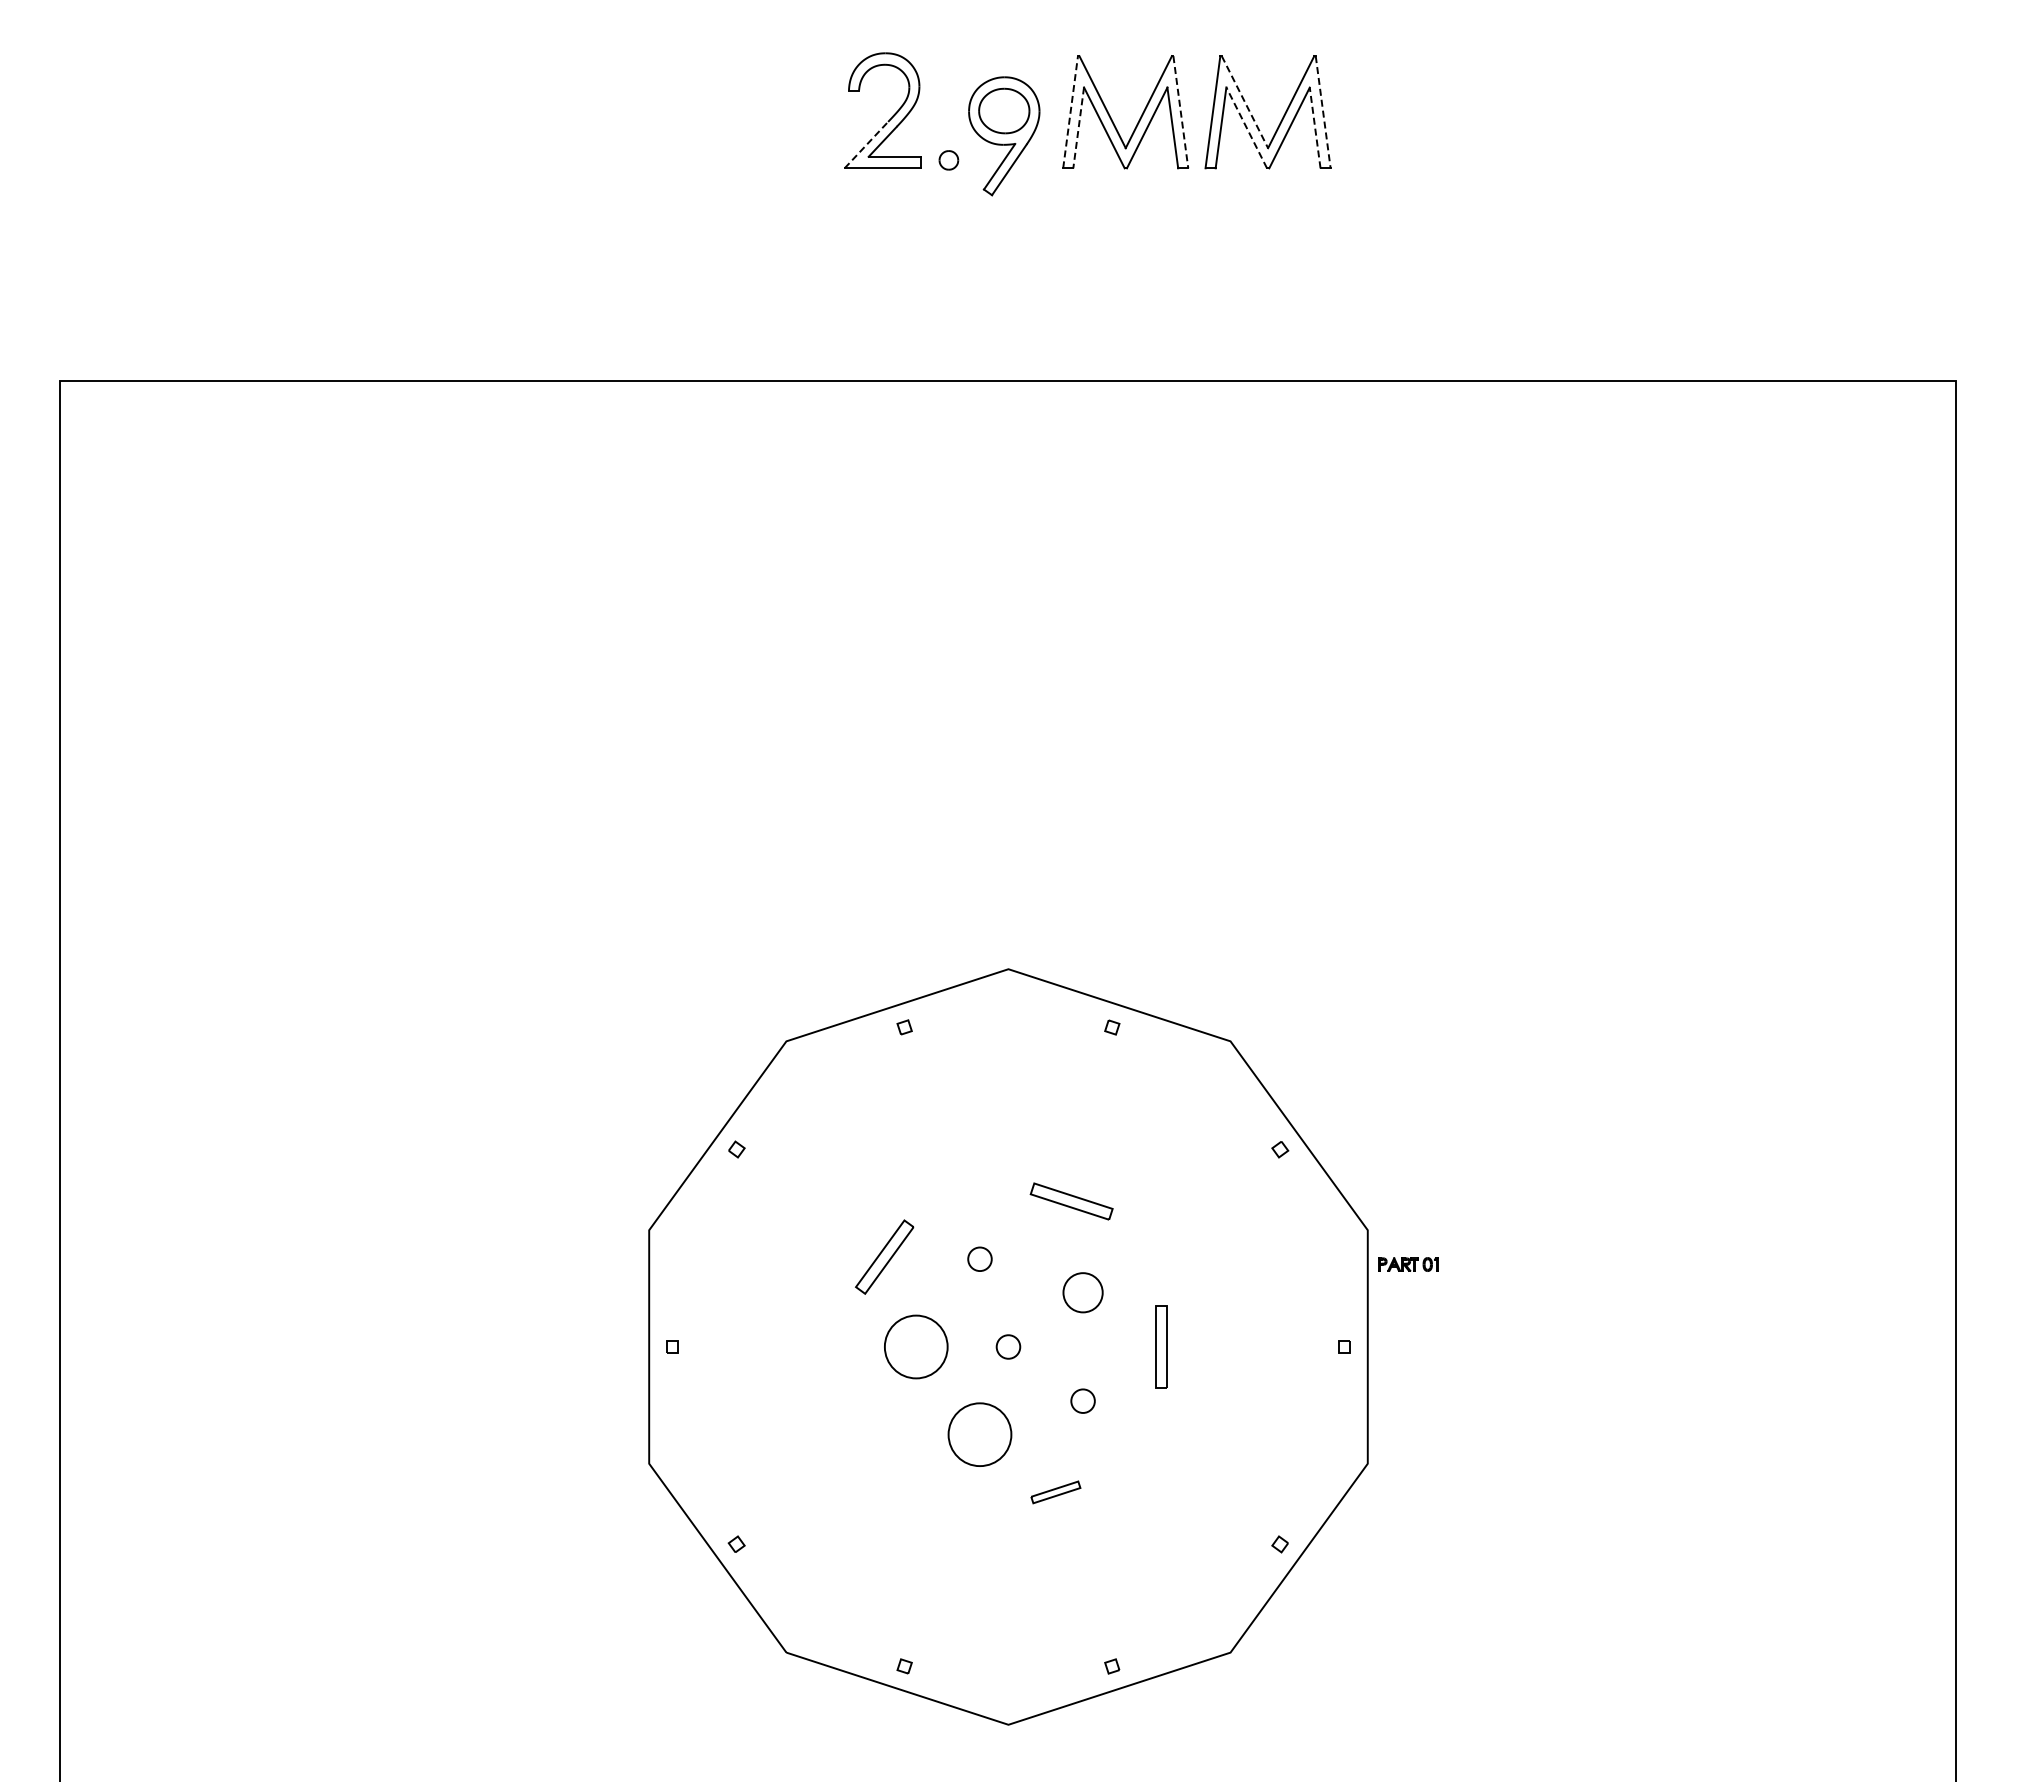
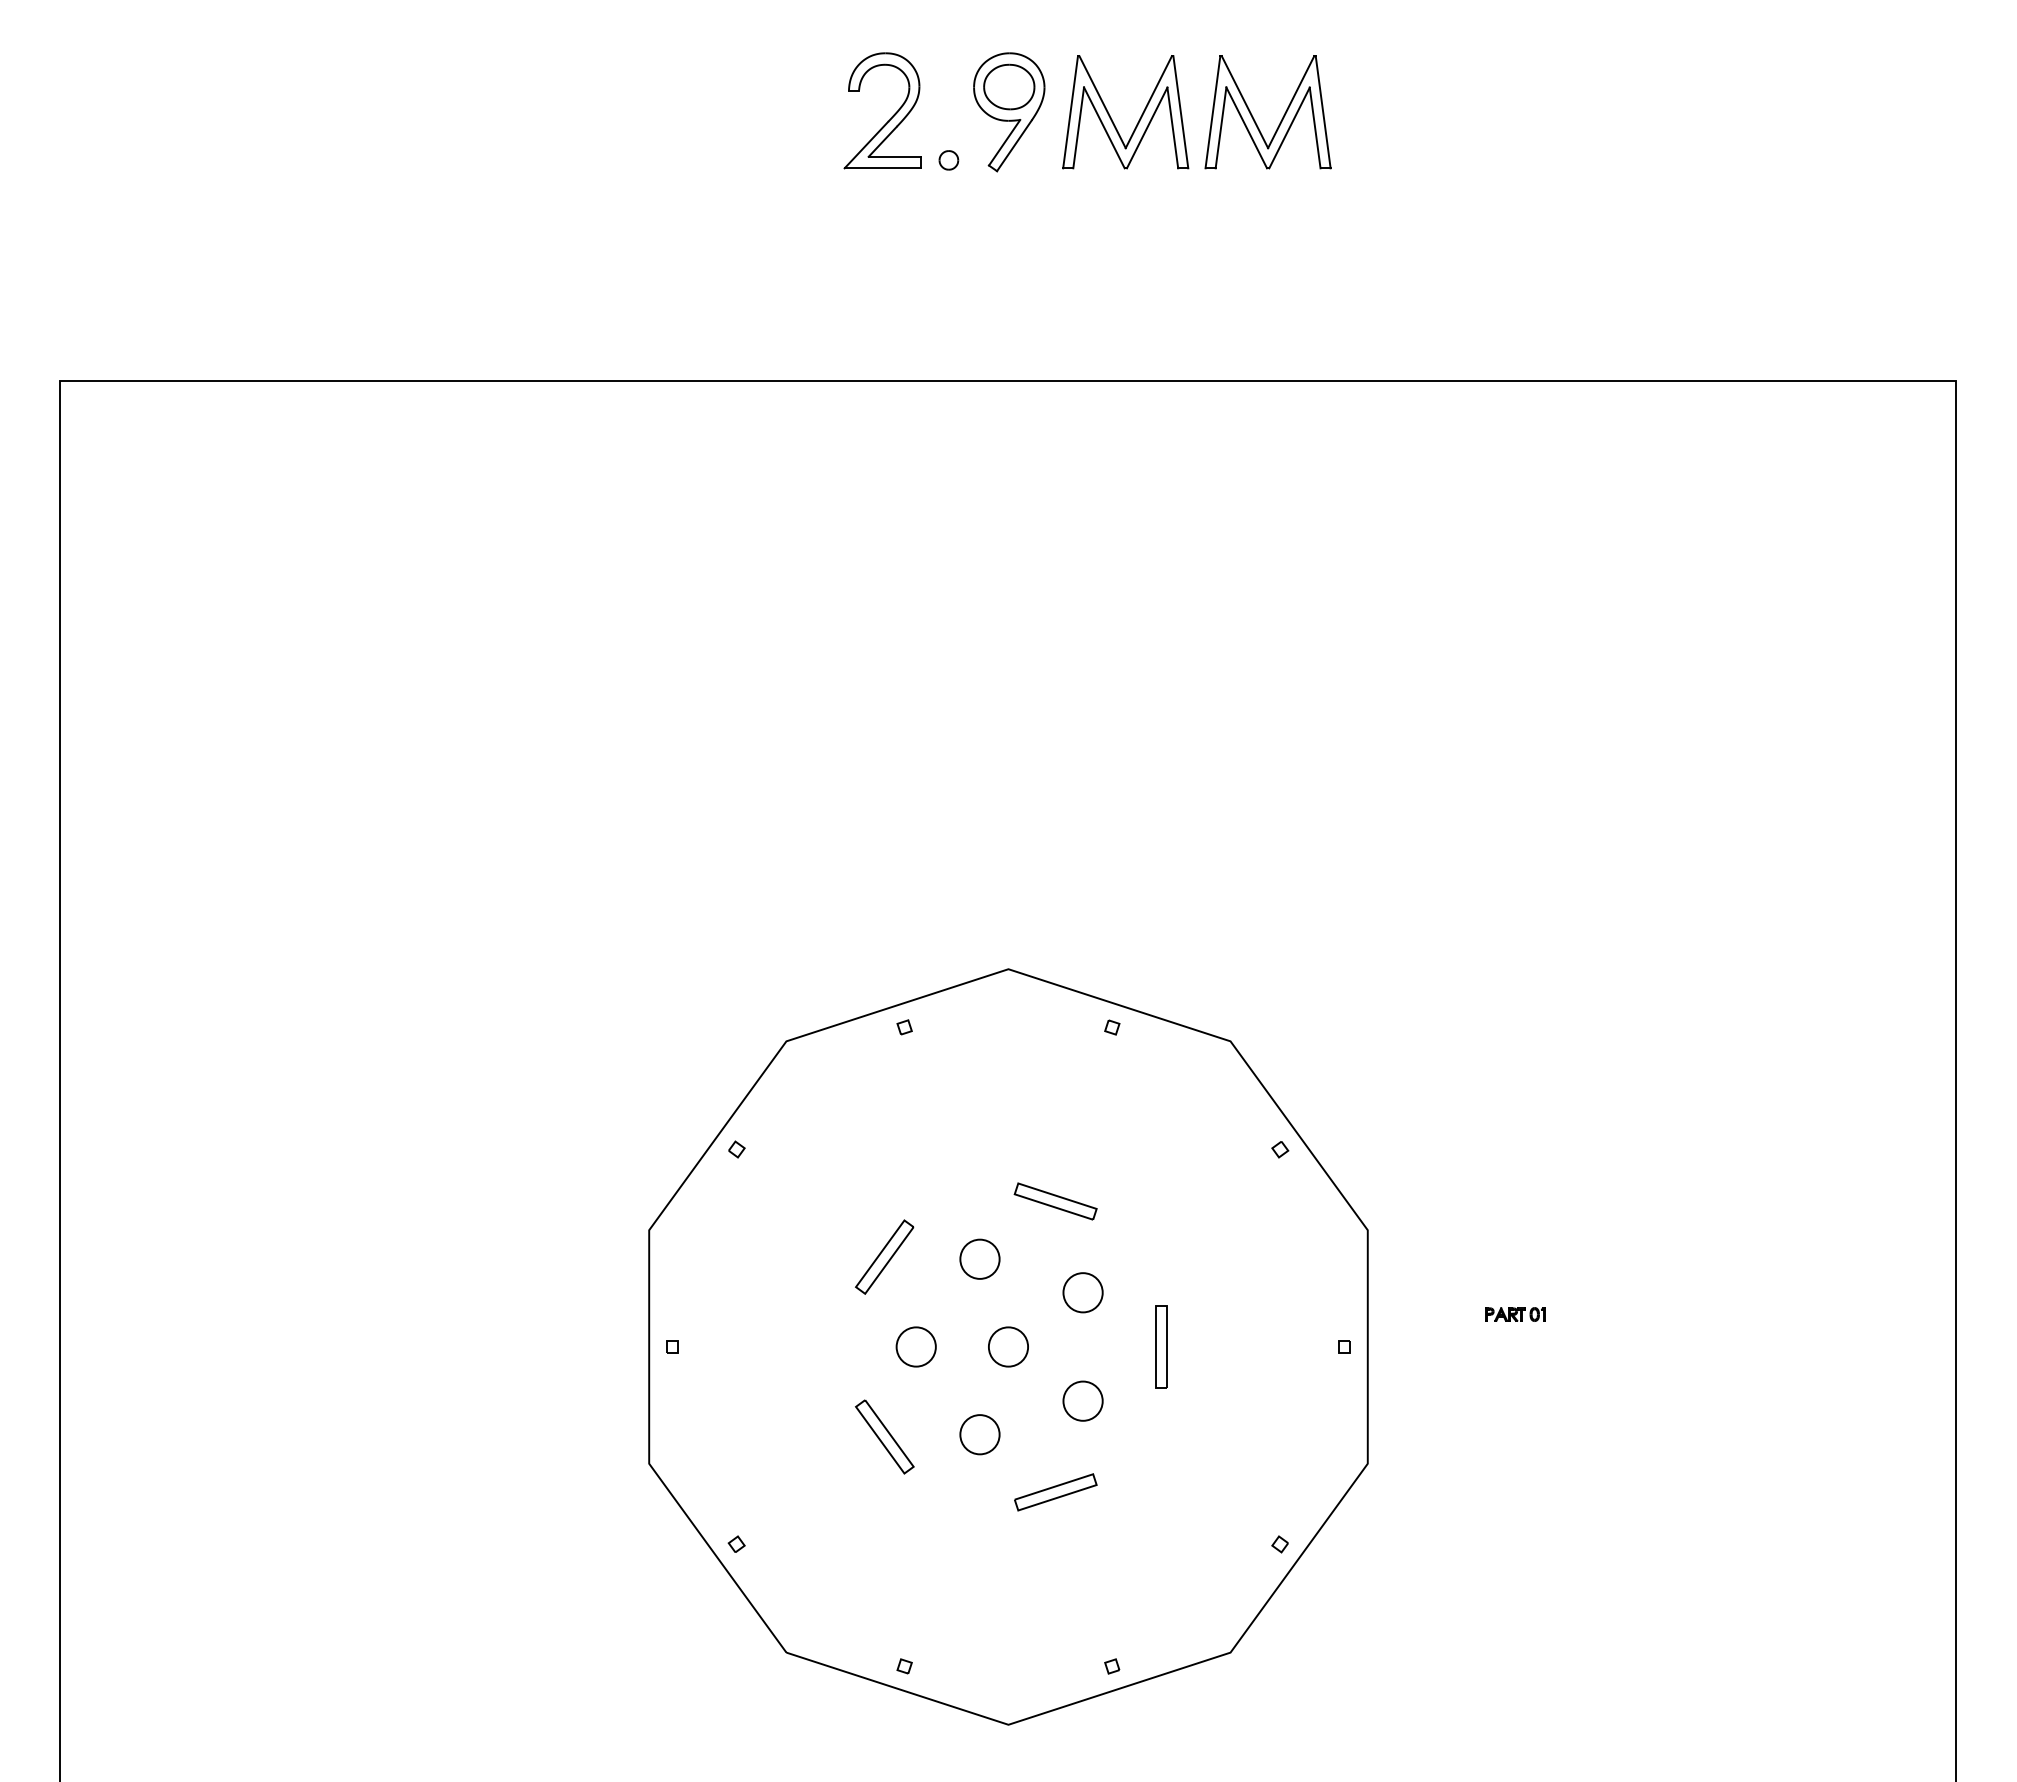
line at (1244, 102): dashed -> solid
line at (1070, 112): dashed -> solid
line at (1180, 112): dashed -> solid
line at (1323, 112): dashed -> solid
line at (1078, 127): dashed -> solid
line at (1246, 127): dashed -> solid
line at (1315, 127): dashed -> solid
part at (1004, 136) position: (1004, 136) -> (1009, 112)
line at (866, 145): dashed -> solid
part at (1071, 1201) position: (1071, 1201) -> (1055, 1201)
circle at (979, 1259) diameter: 24 px -> 39 px
part at (1408, 1264) position: (1408, 1264) -> (1515, 1314)
circle at (915, 1346) diameter: 63 px -> 39 px
circle at (1008, 1346) diameter: 24 px -> 39 px
circle at (1082, 1400) diameter: 24 px -> 39 px
circle at (979, 1434) diameter: 63 px -> 39 px
part at (884, 1436): none -> present
part at (1055, 1492) size: 52x25 px -> 84x39 px
